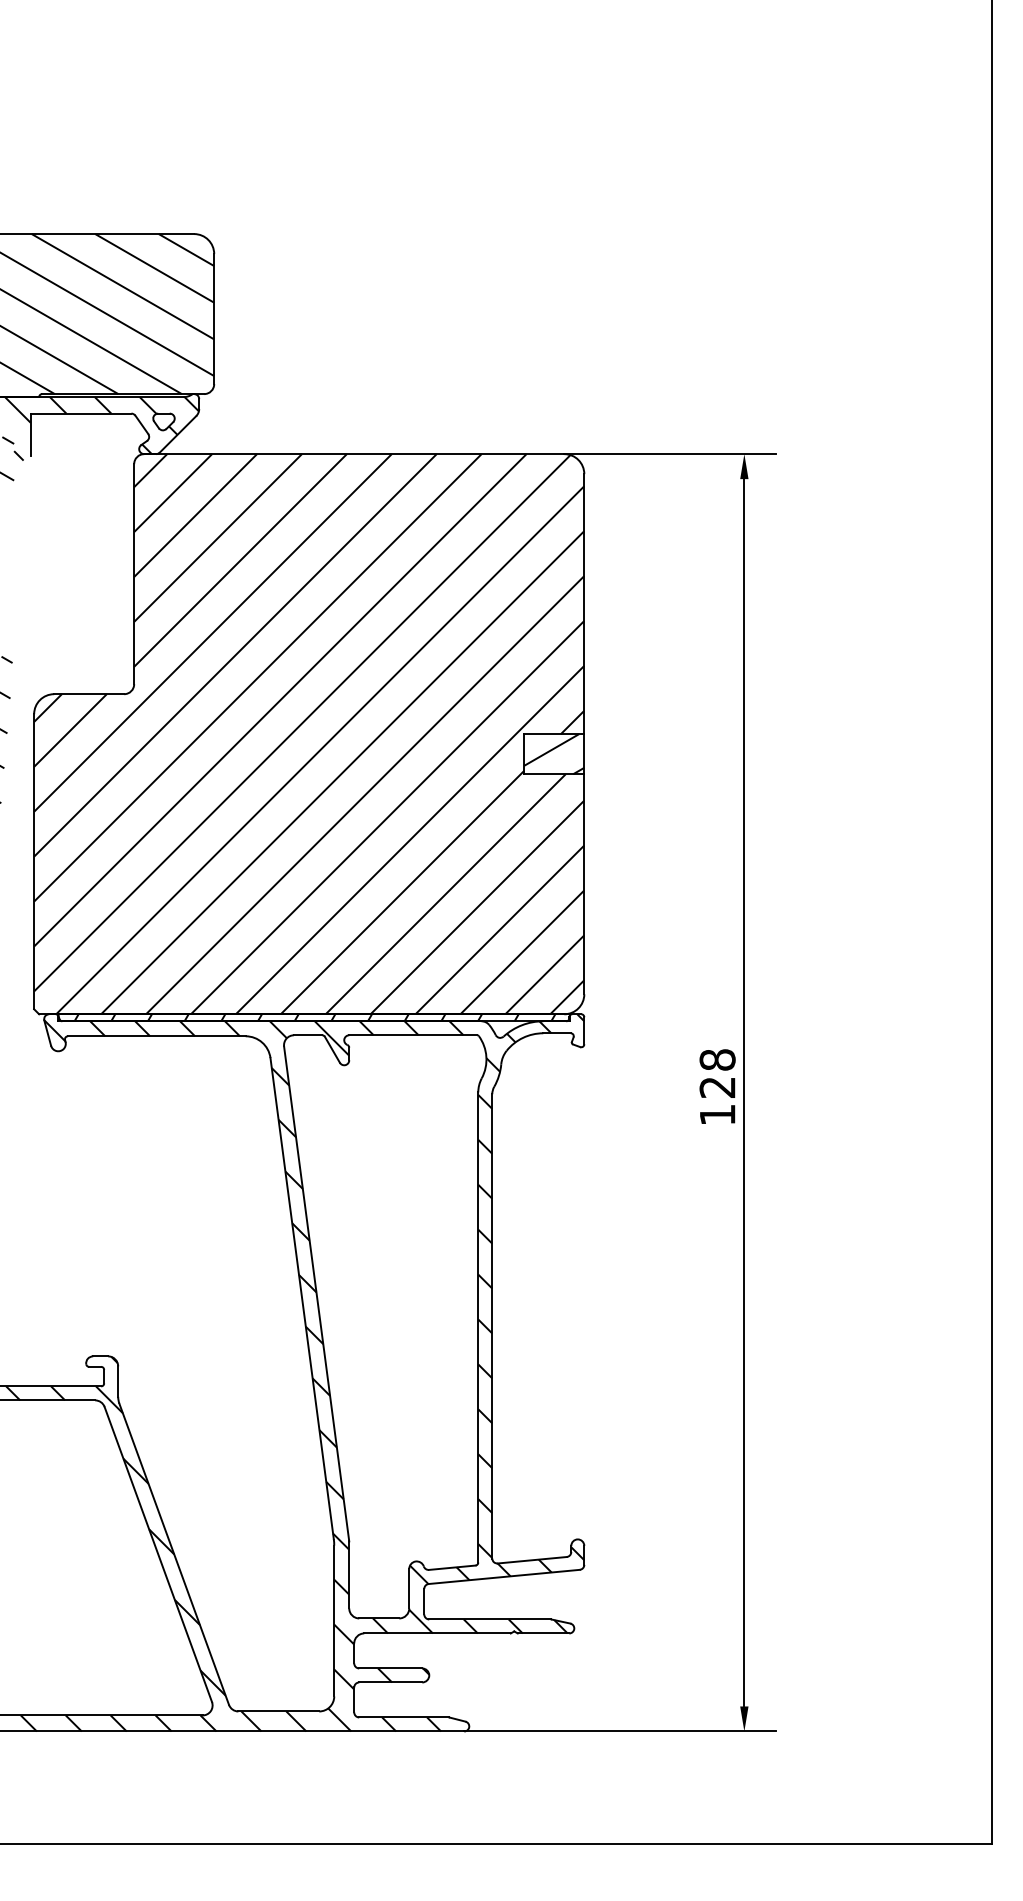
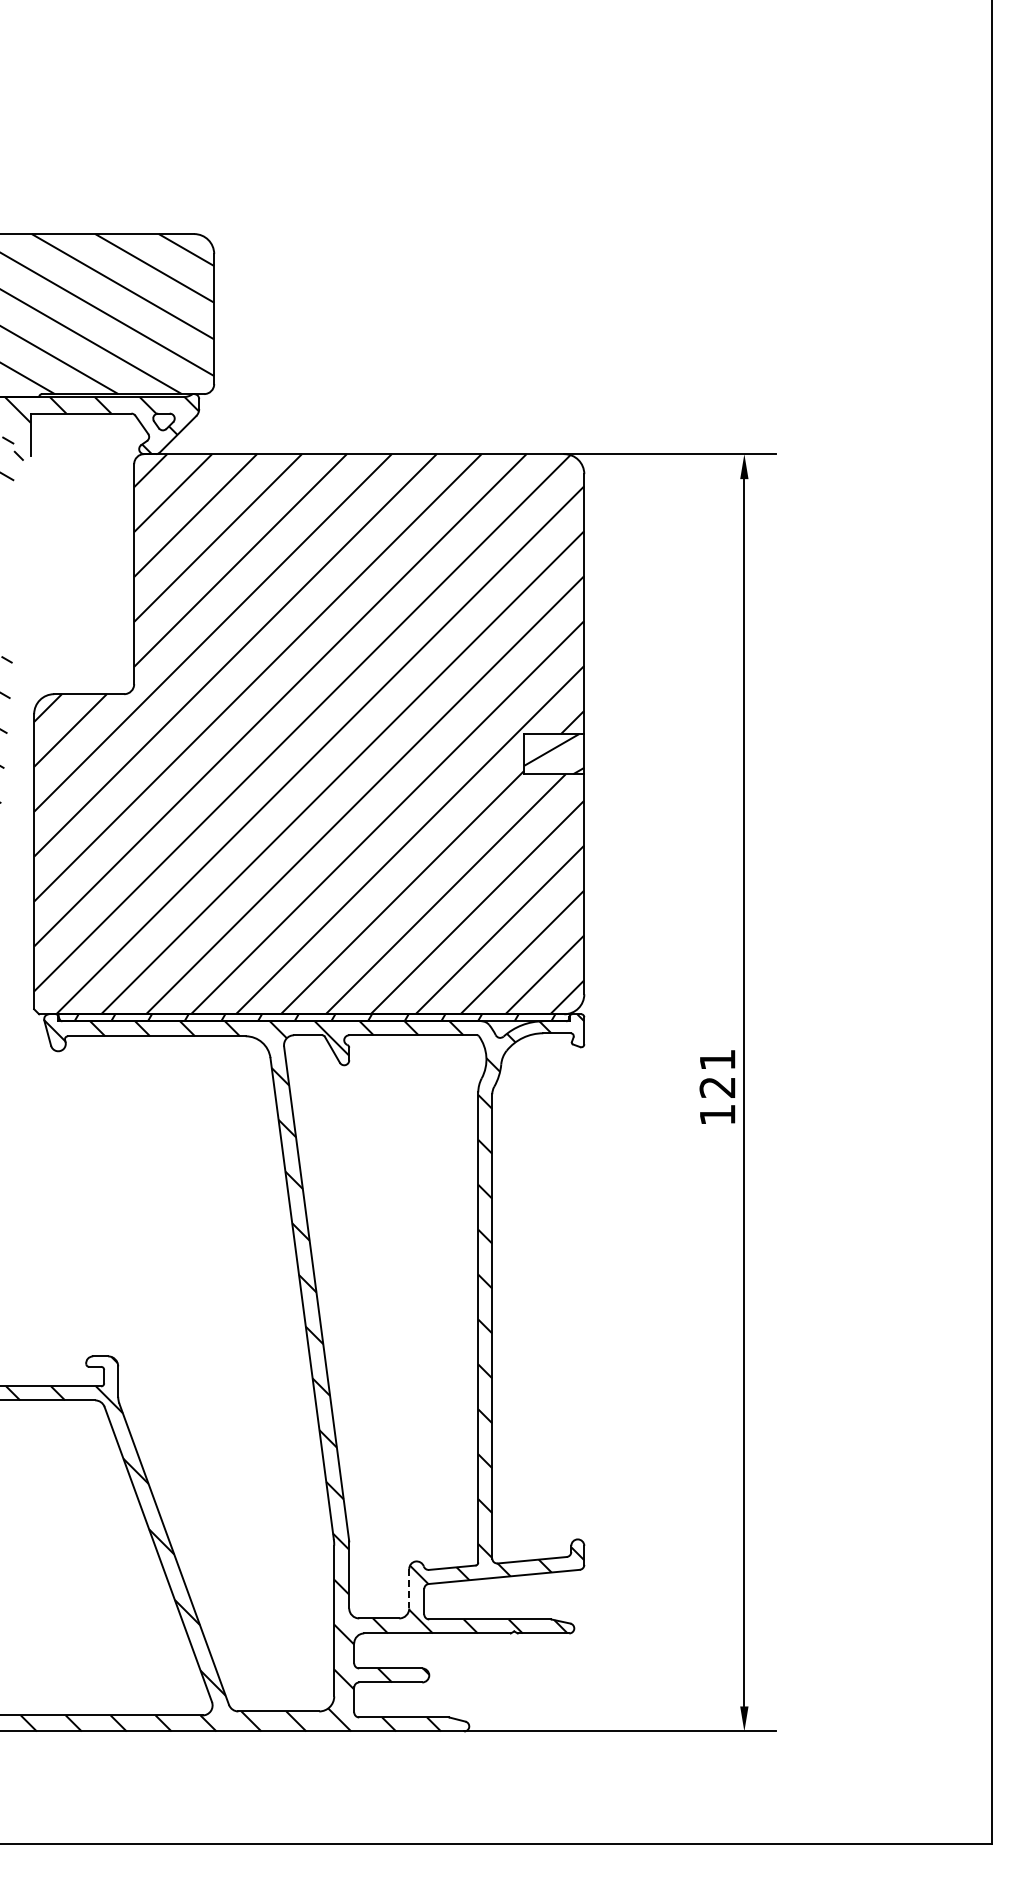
text at (717, 1059): 128 -> 121
line at (409, 1588): solid -> dashed
